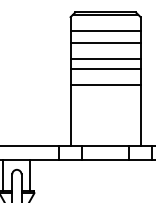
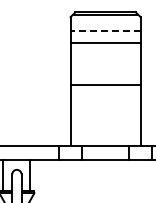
line at (105, 31): solid -> dashed
line at (105, 59): present -> none
line at (105, 68): present -> none
